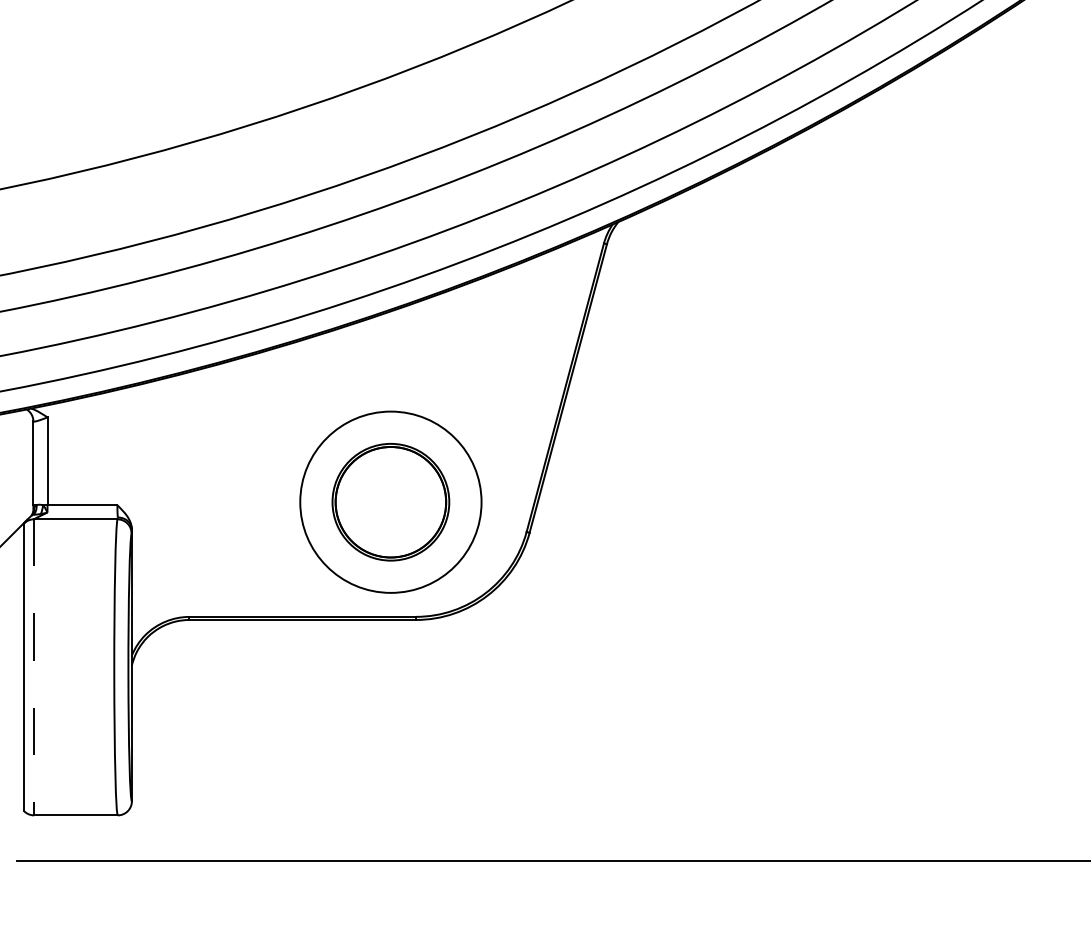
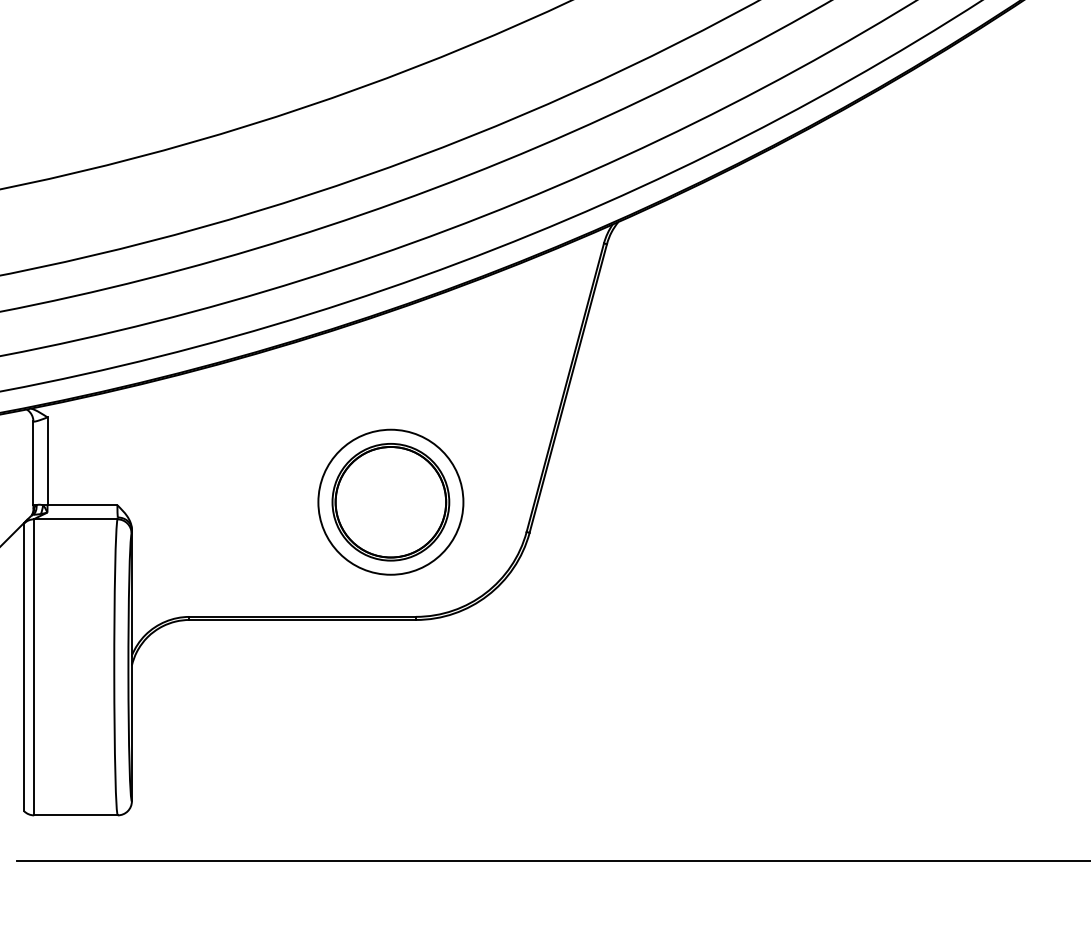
circle at (390, 501) diameter: 181 px -> 145 px
line at (34, 667): dashed -> solid
